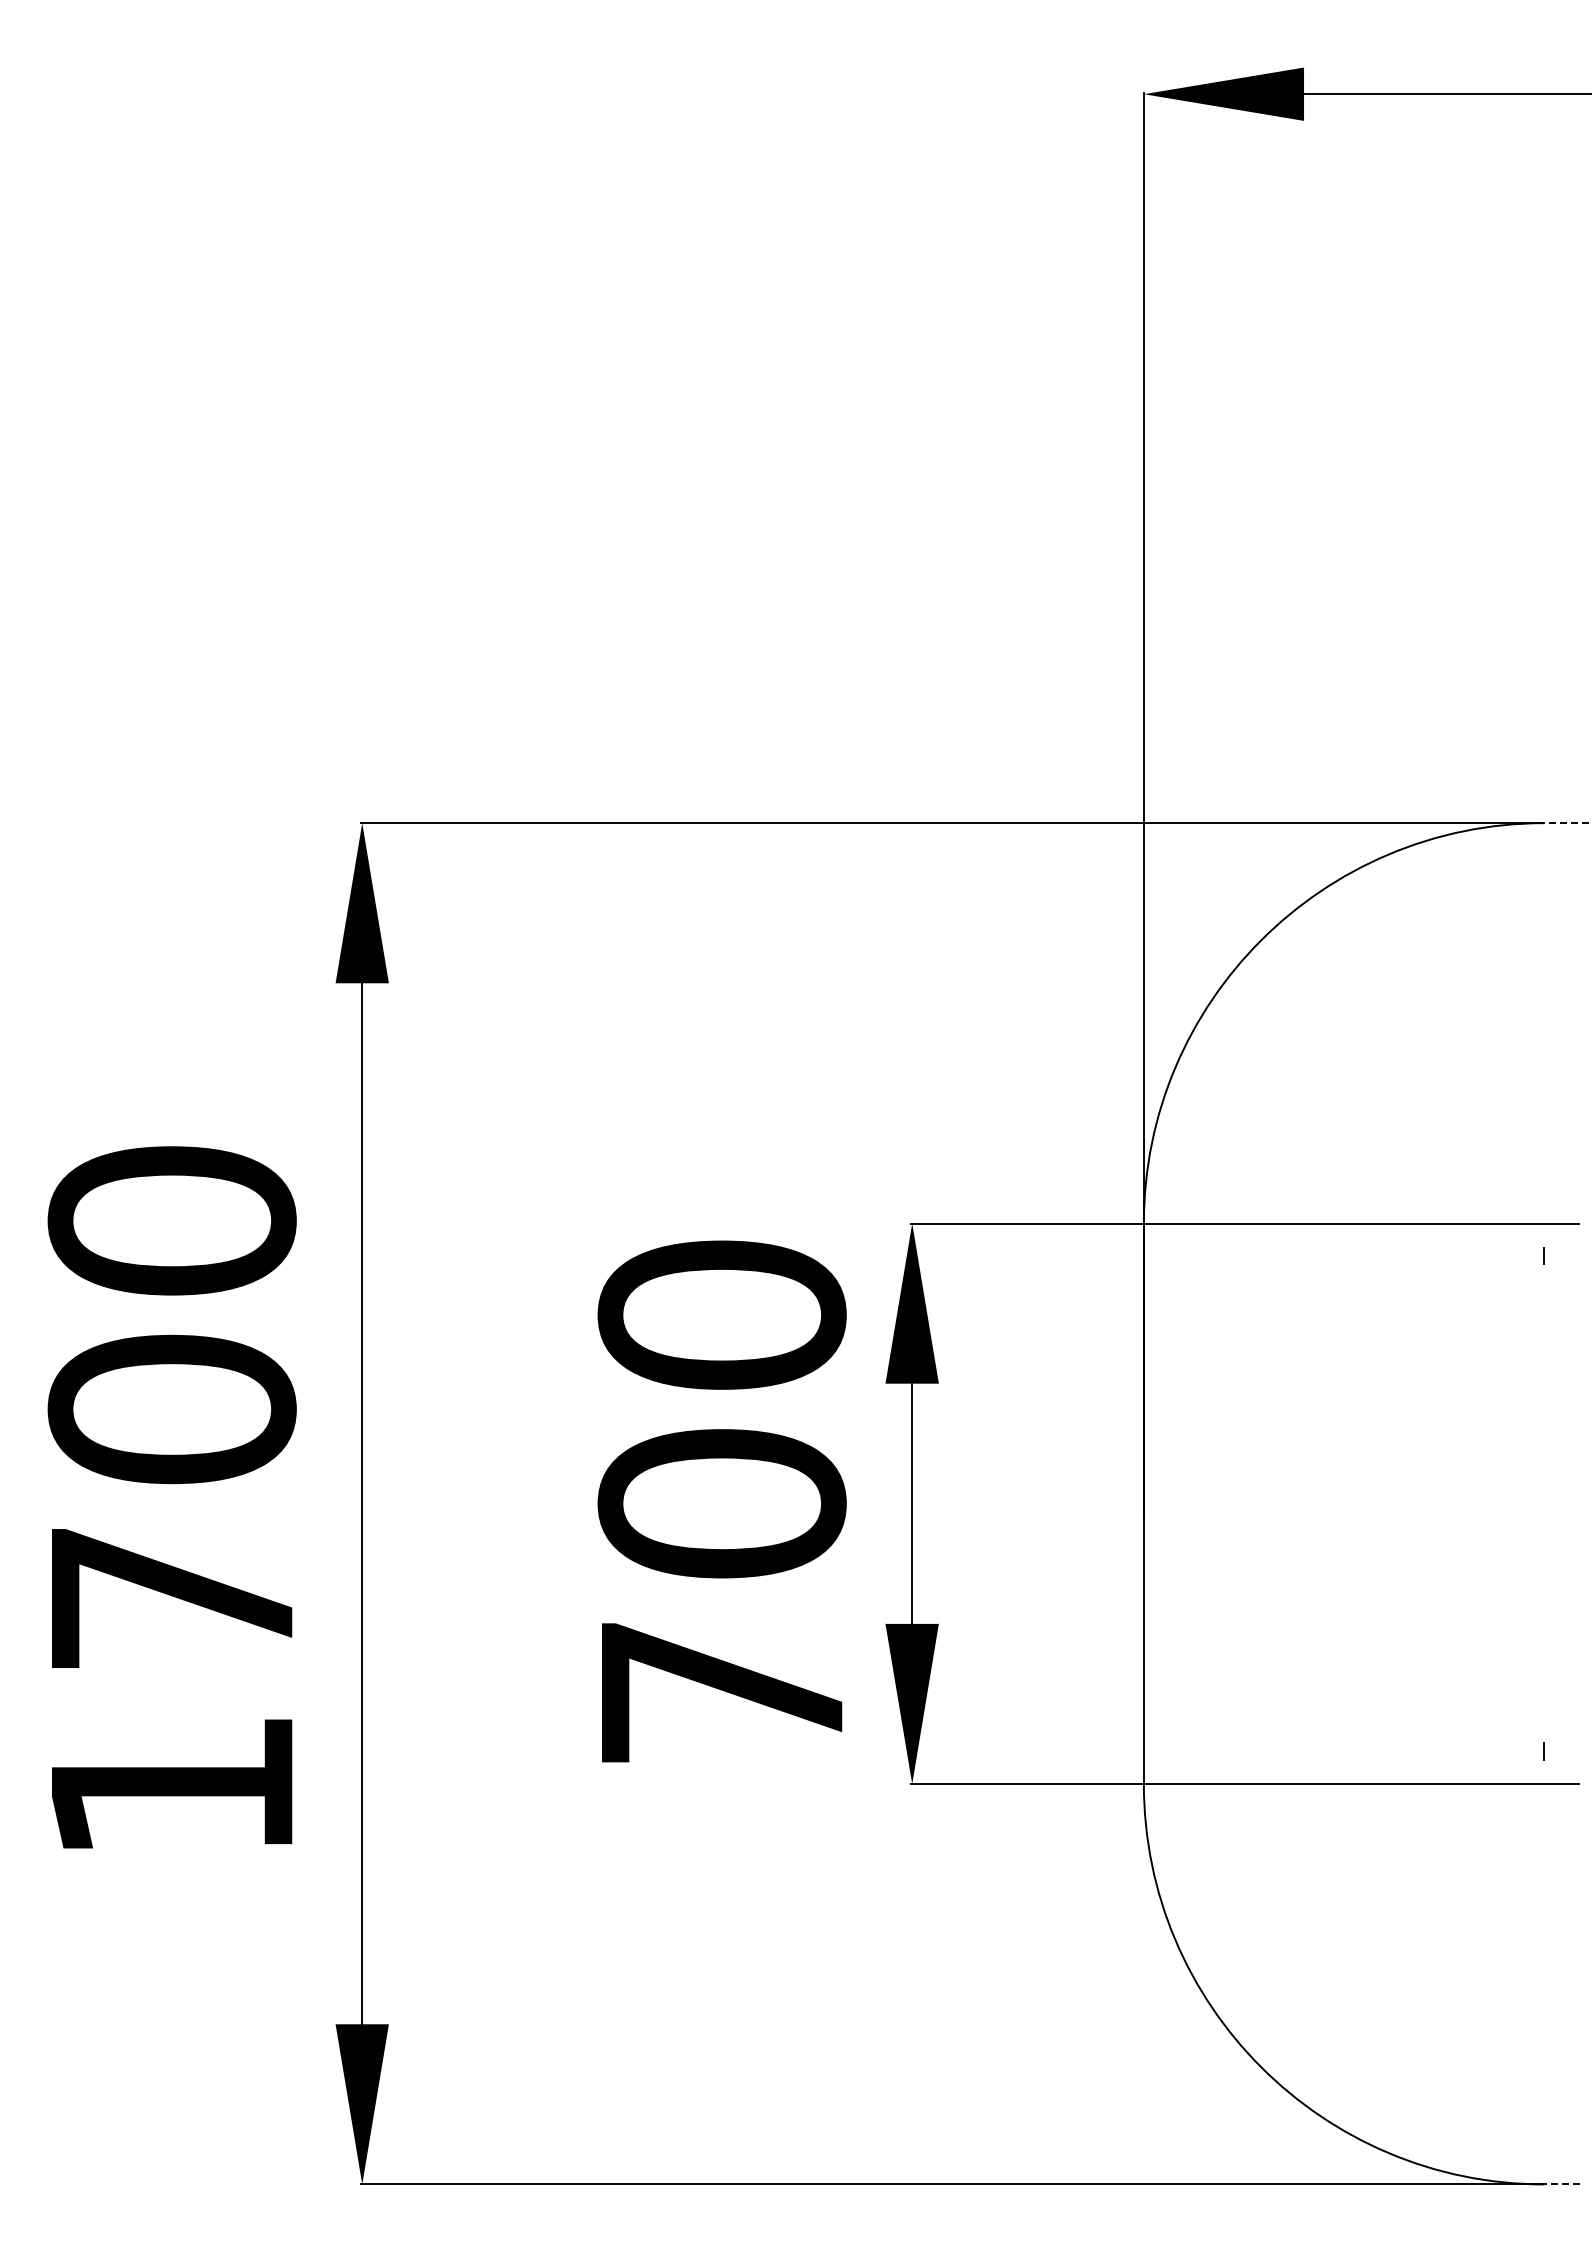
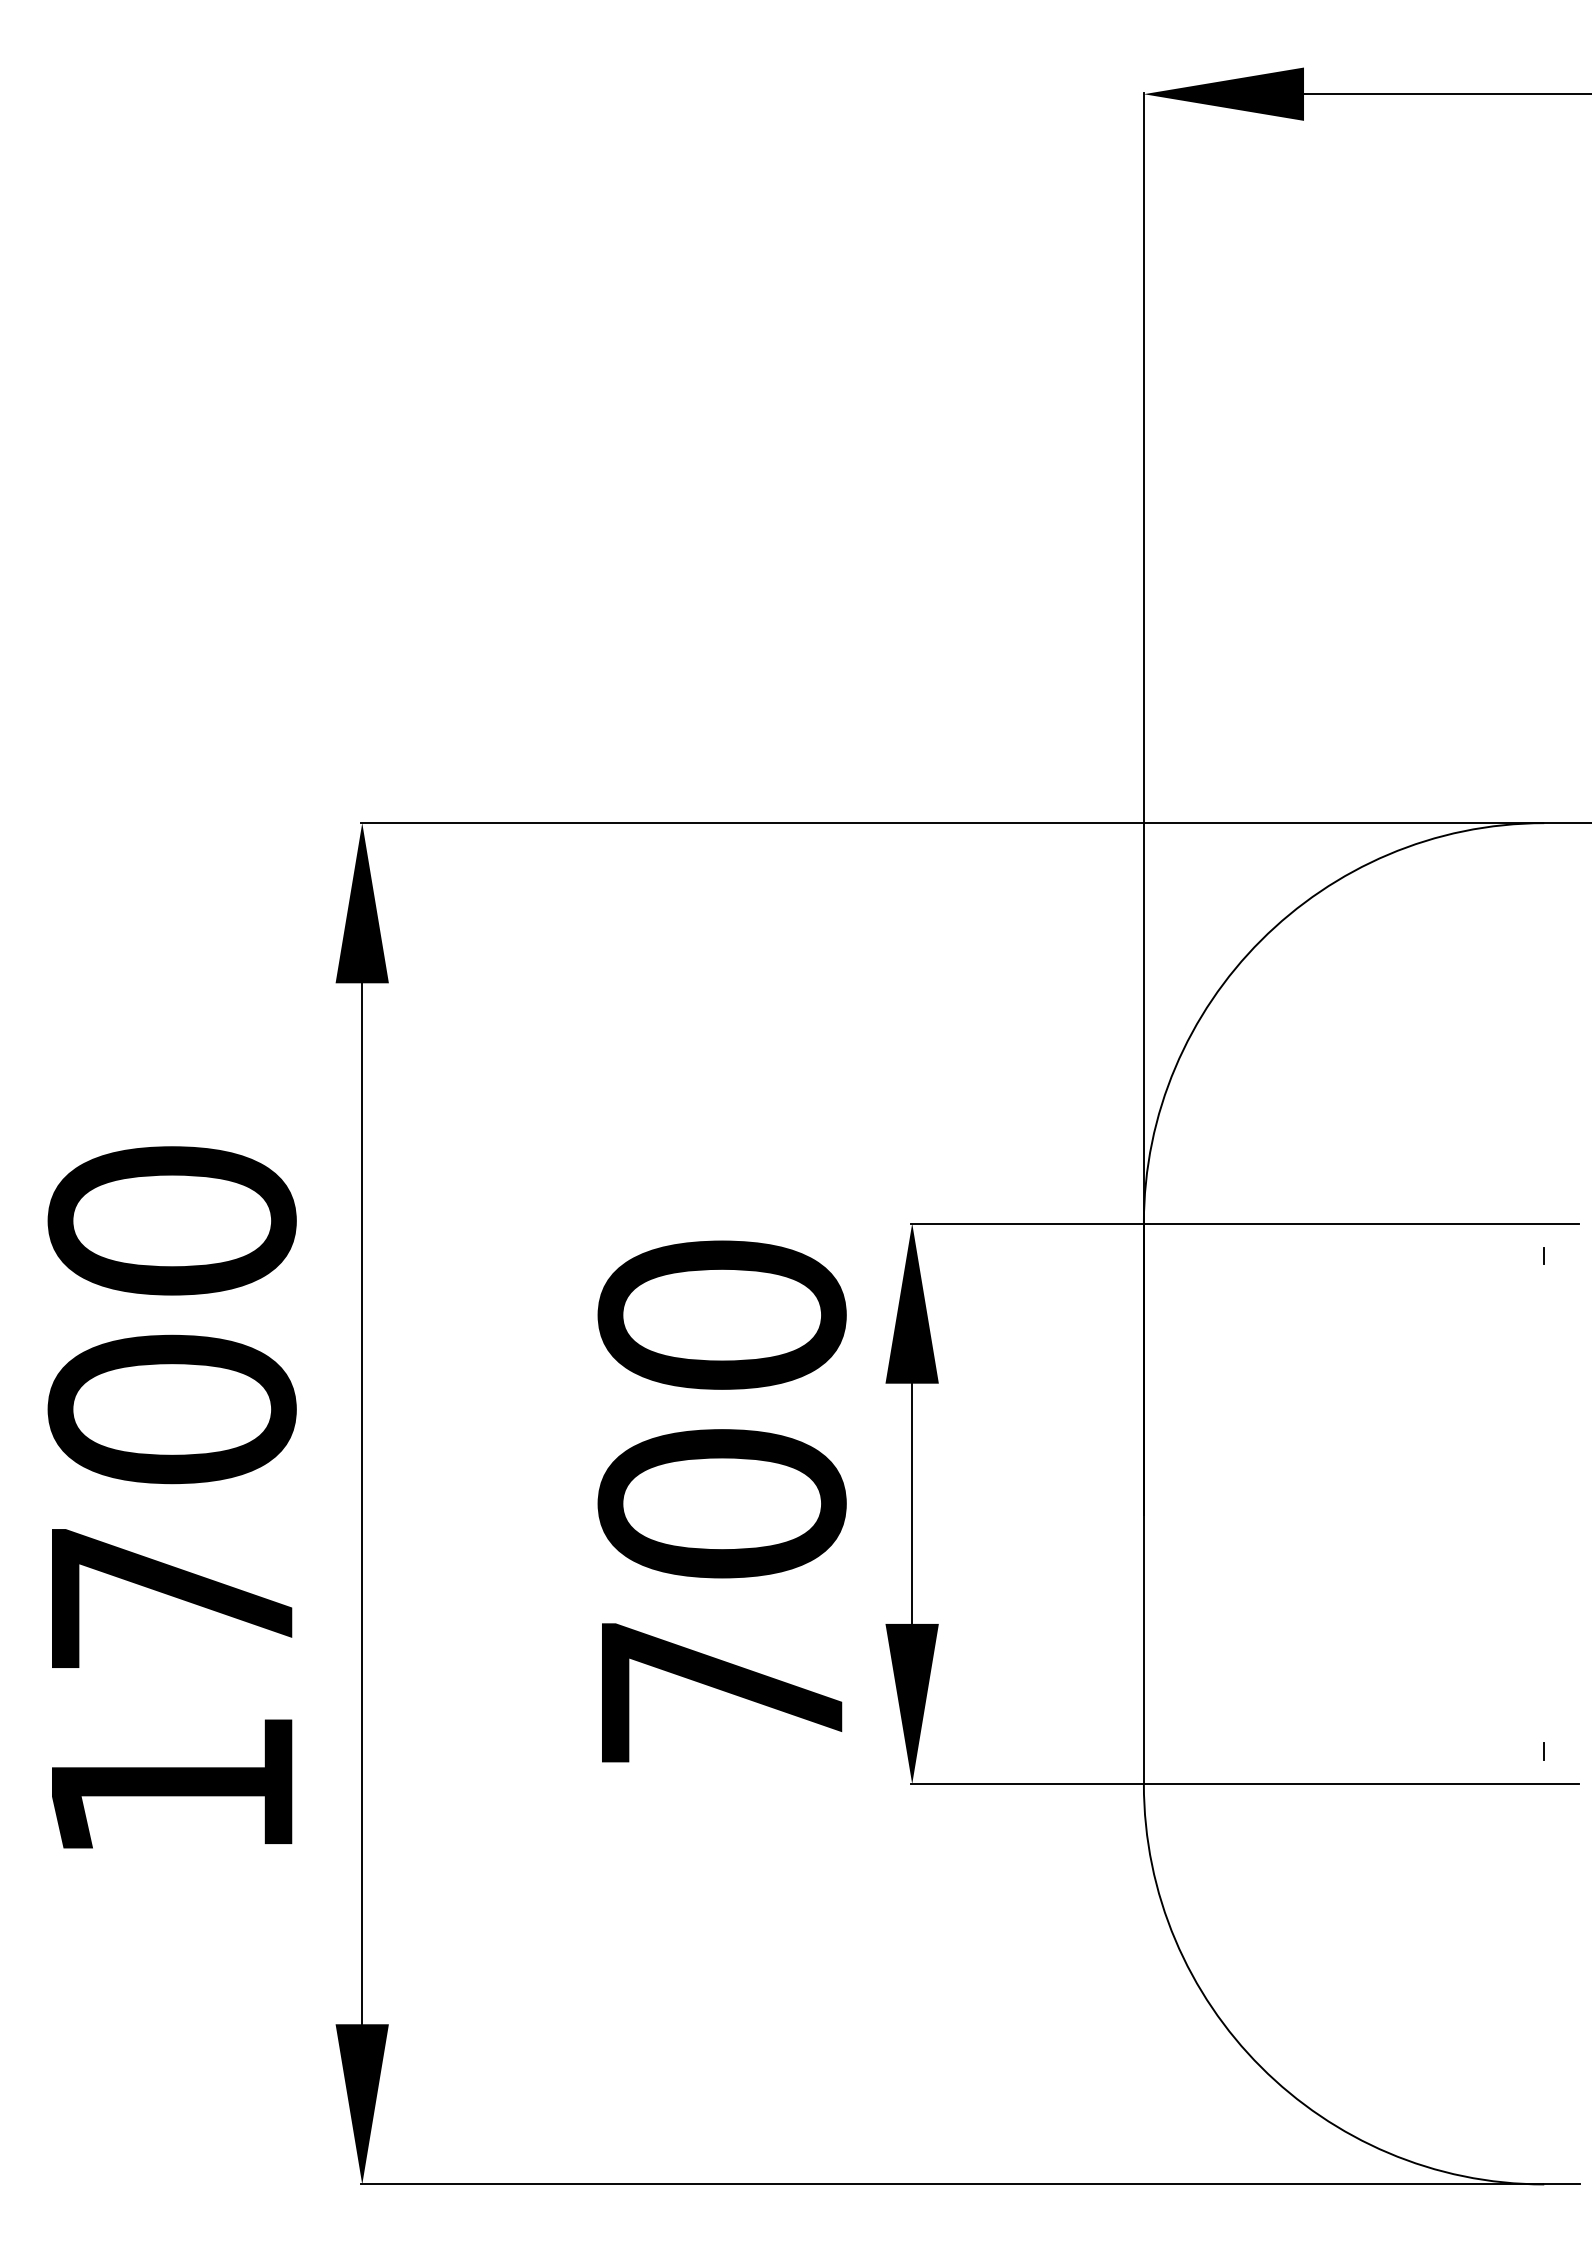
line at (1567, 823): dashed -> solid
line at (1562, 2184): dashed -> solid
